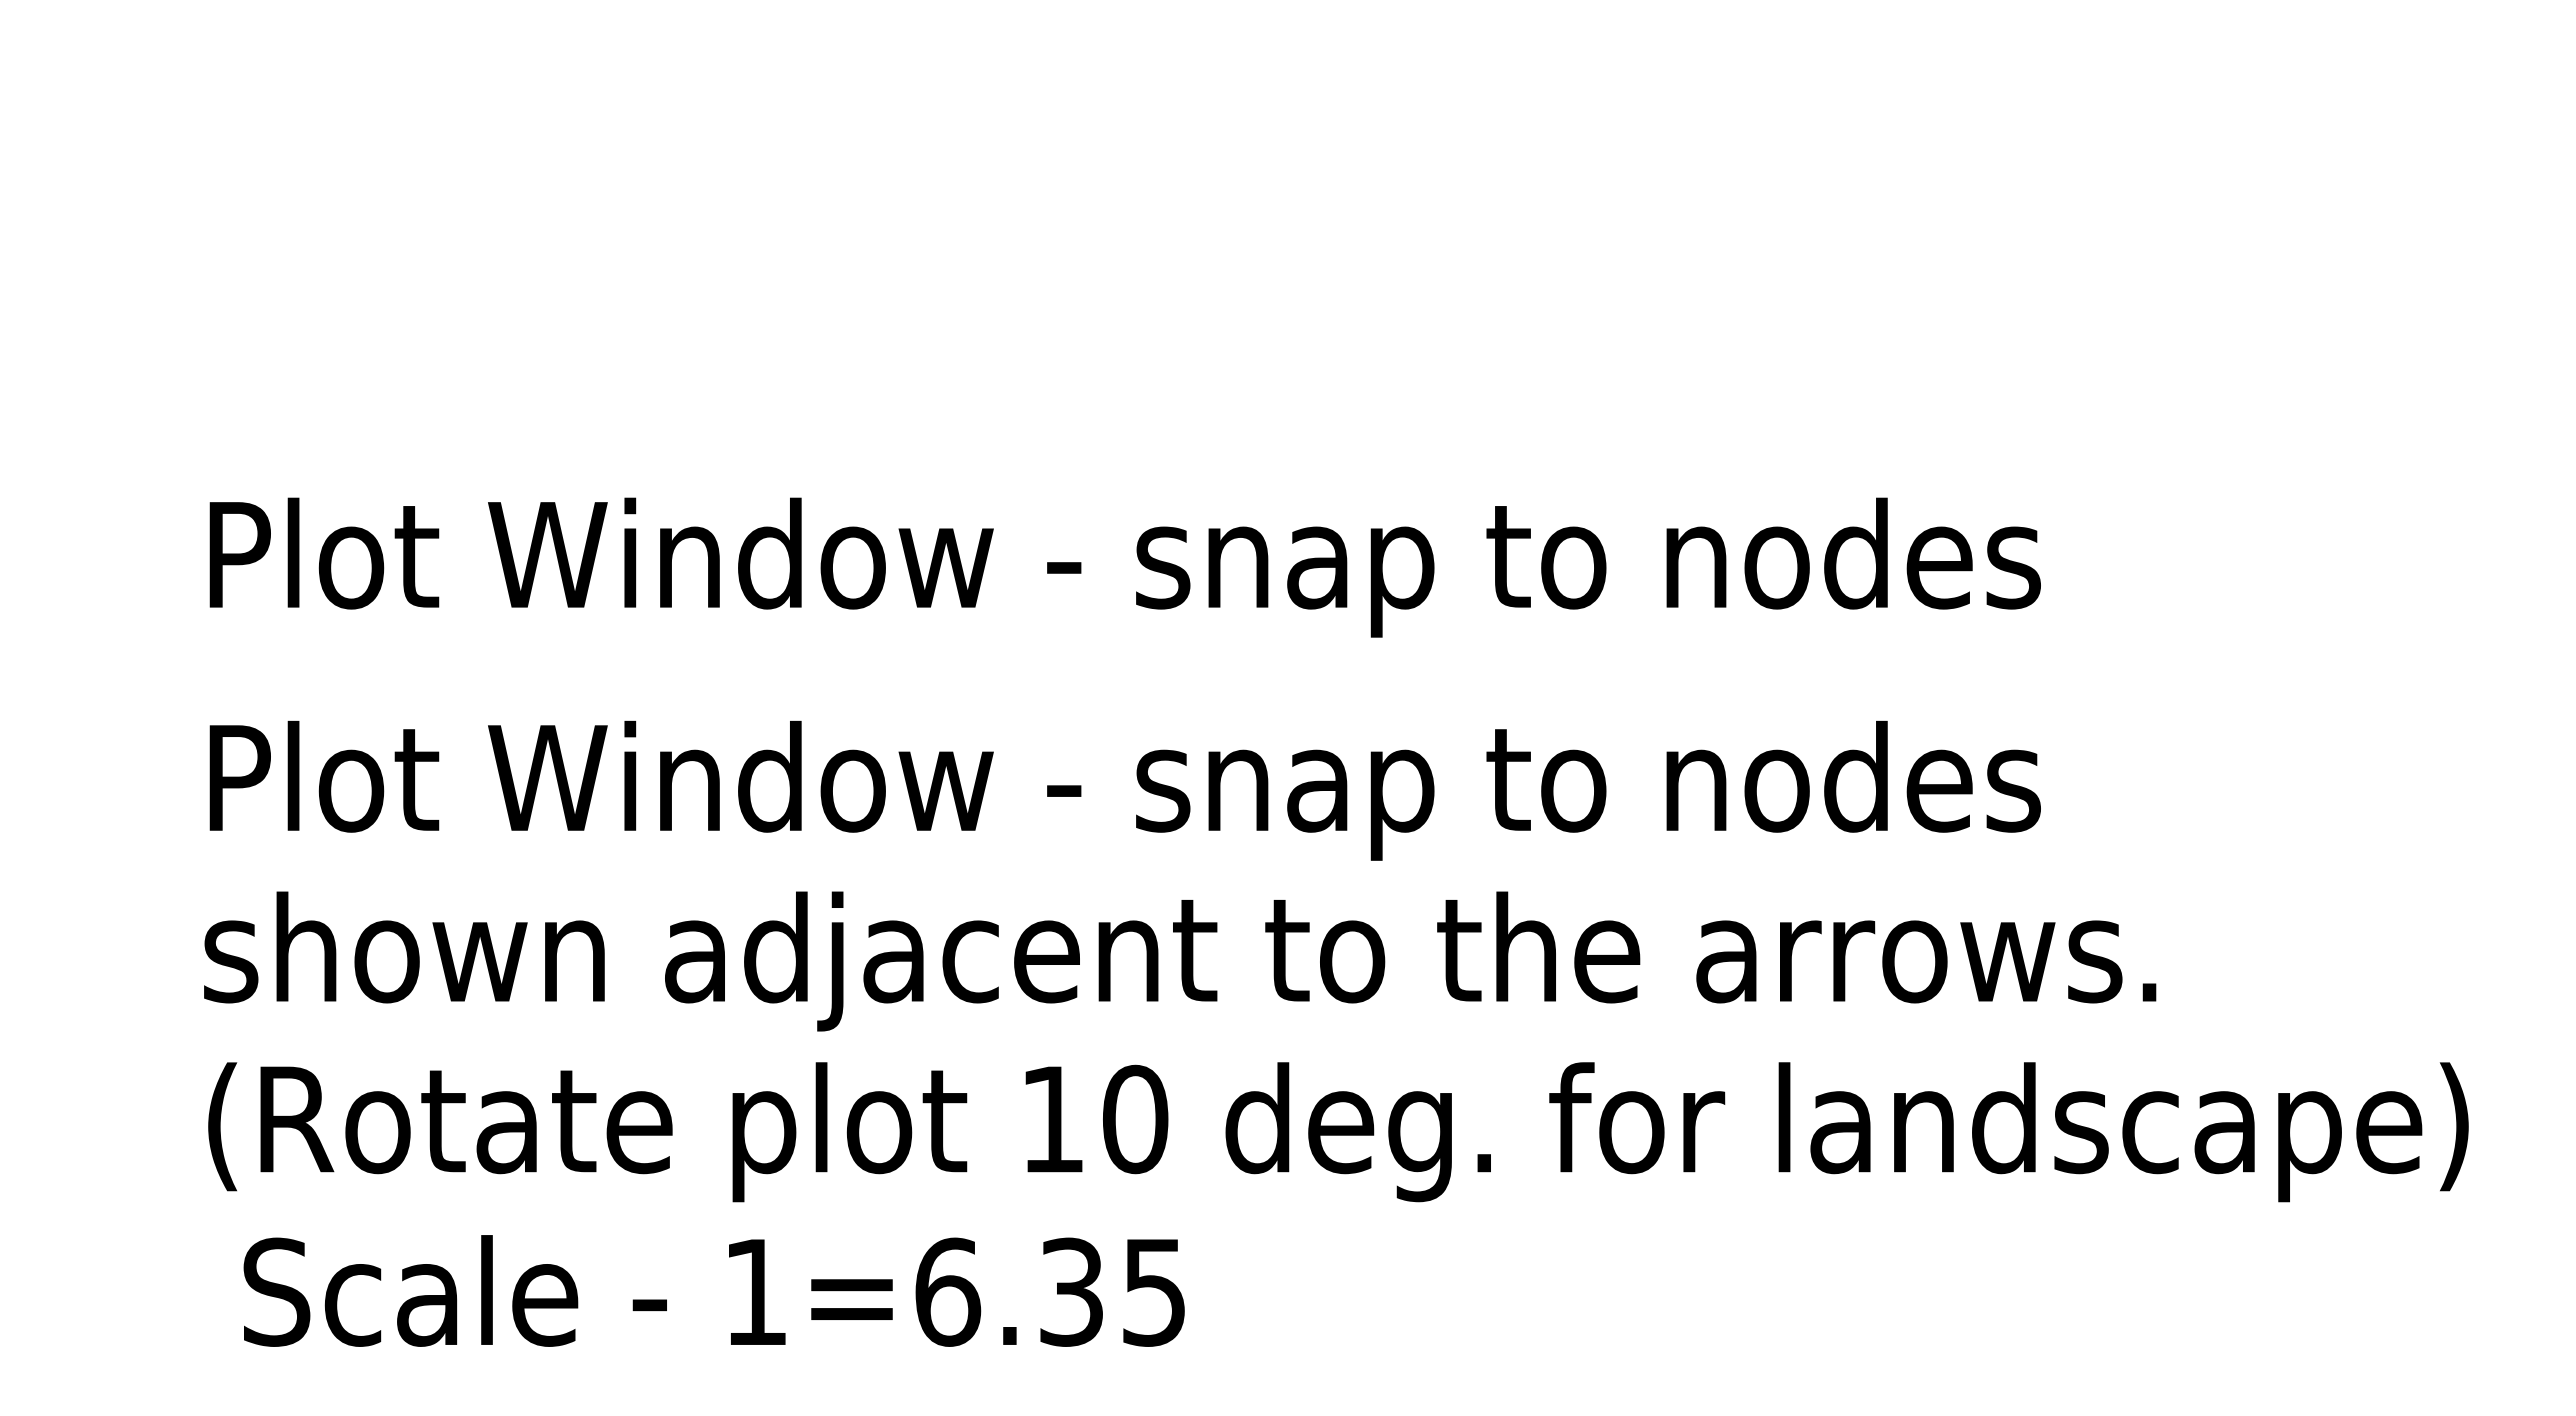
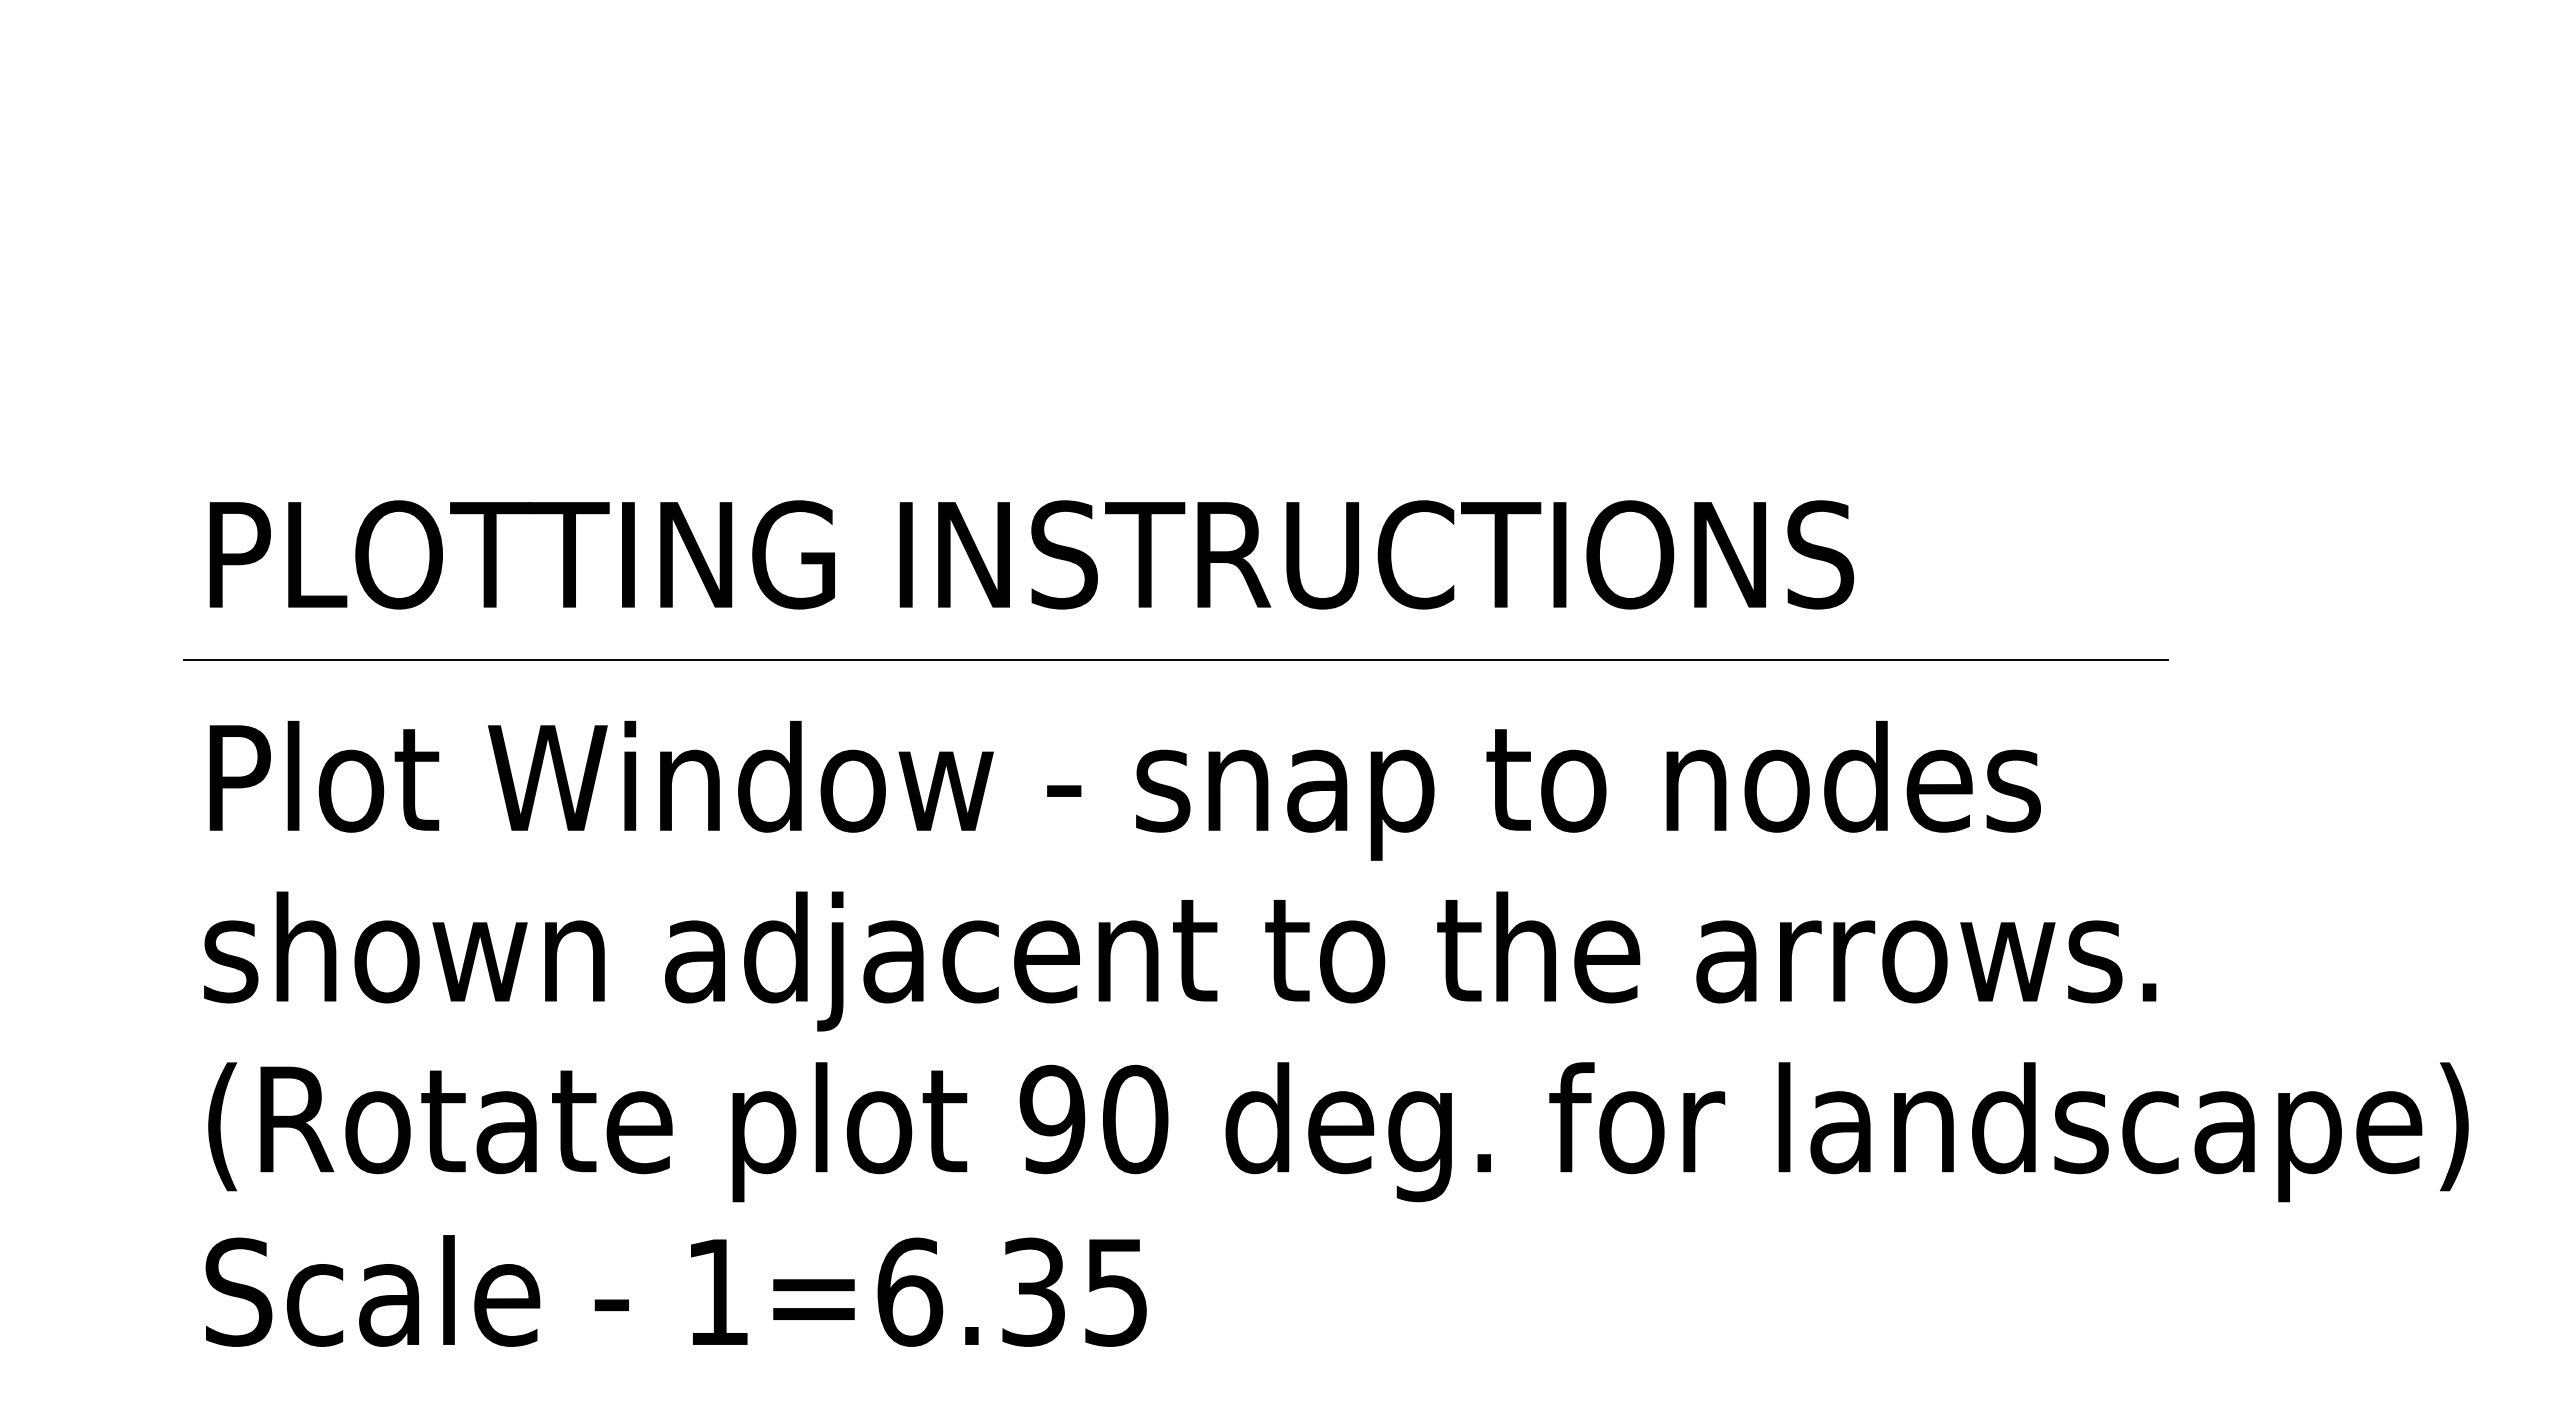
text at (1163, 567): Plot Window - snap to nodes -> PLOTTING INSTRUCTIONS
line at (1175, 660): none -> present
text at (1052, 1119): 10 -> 90
text at (713, 1290) position: (713, 1290) -> (675, 1290)
